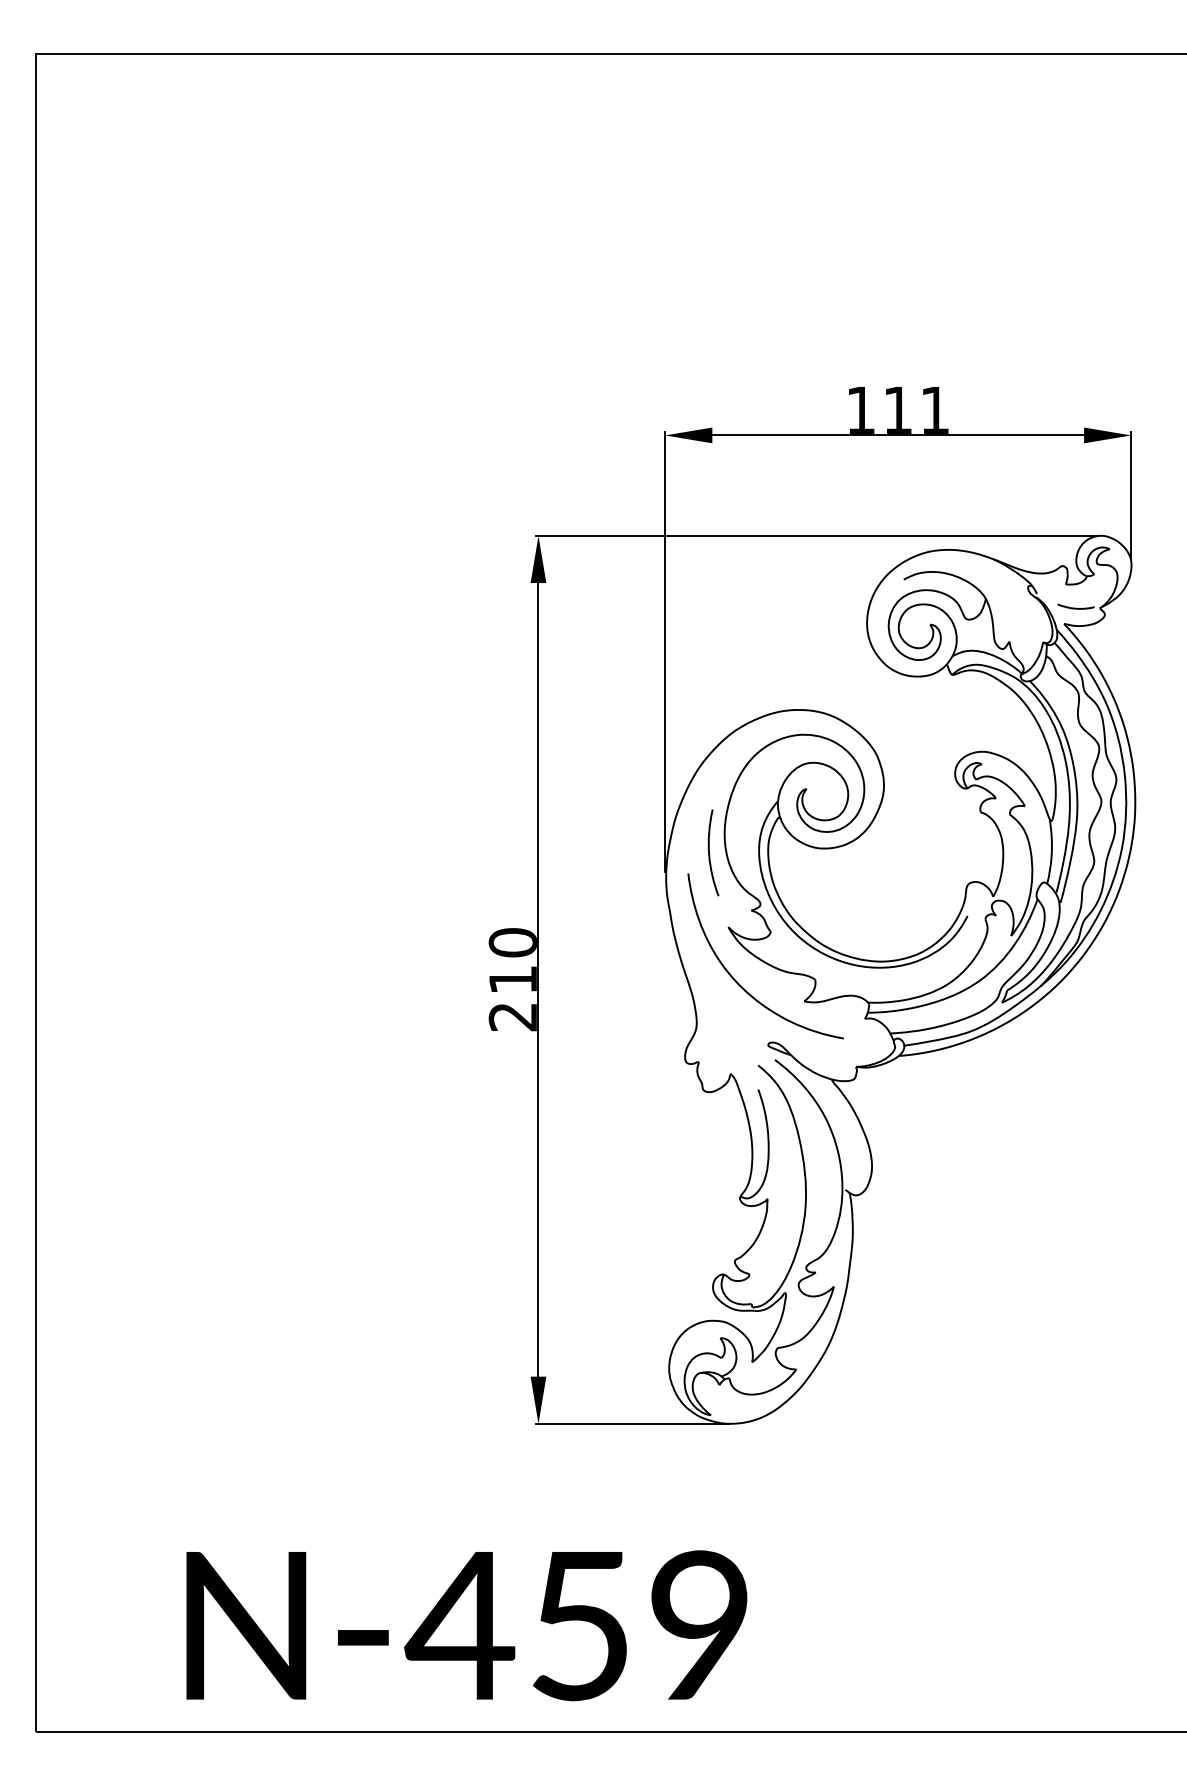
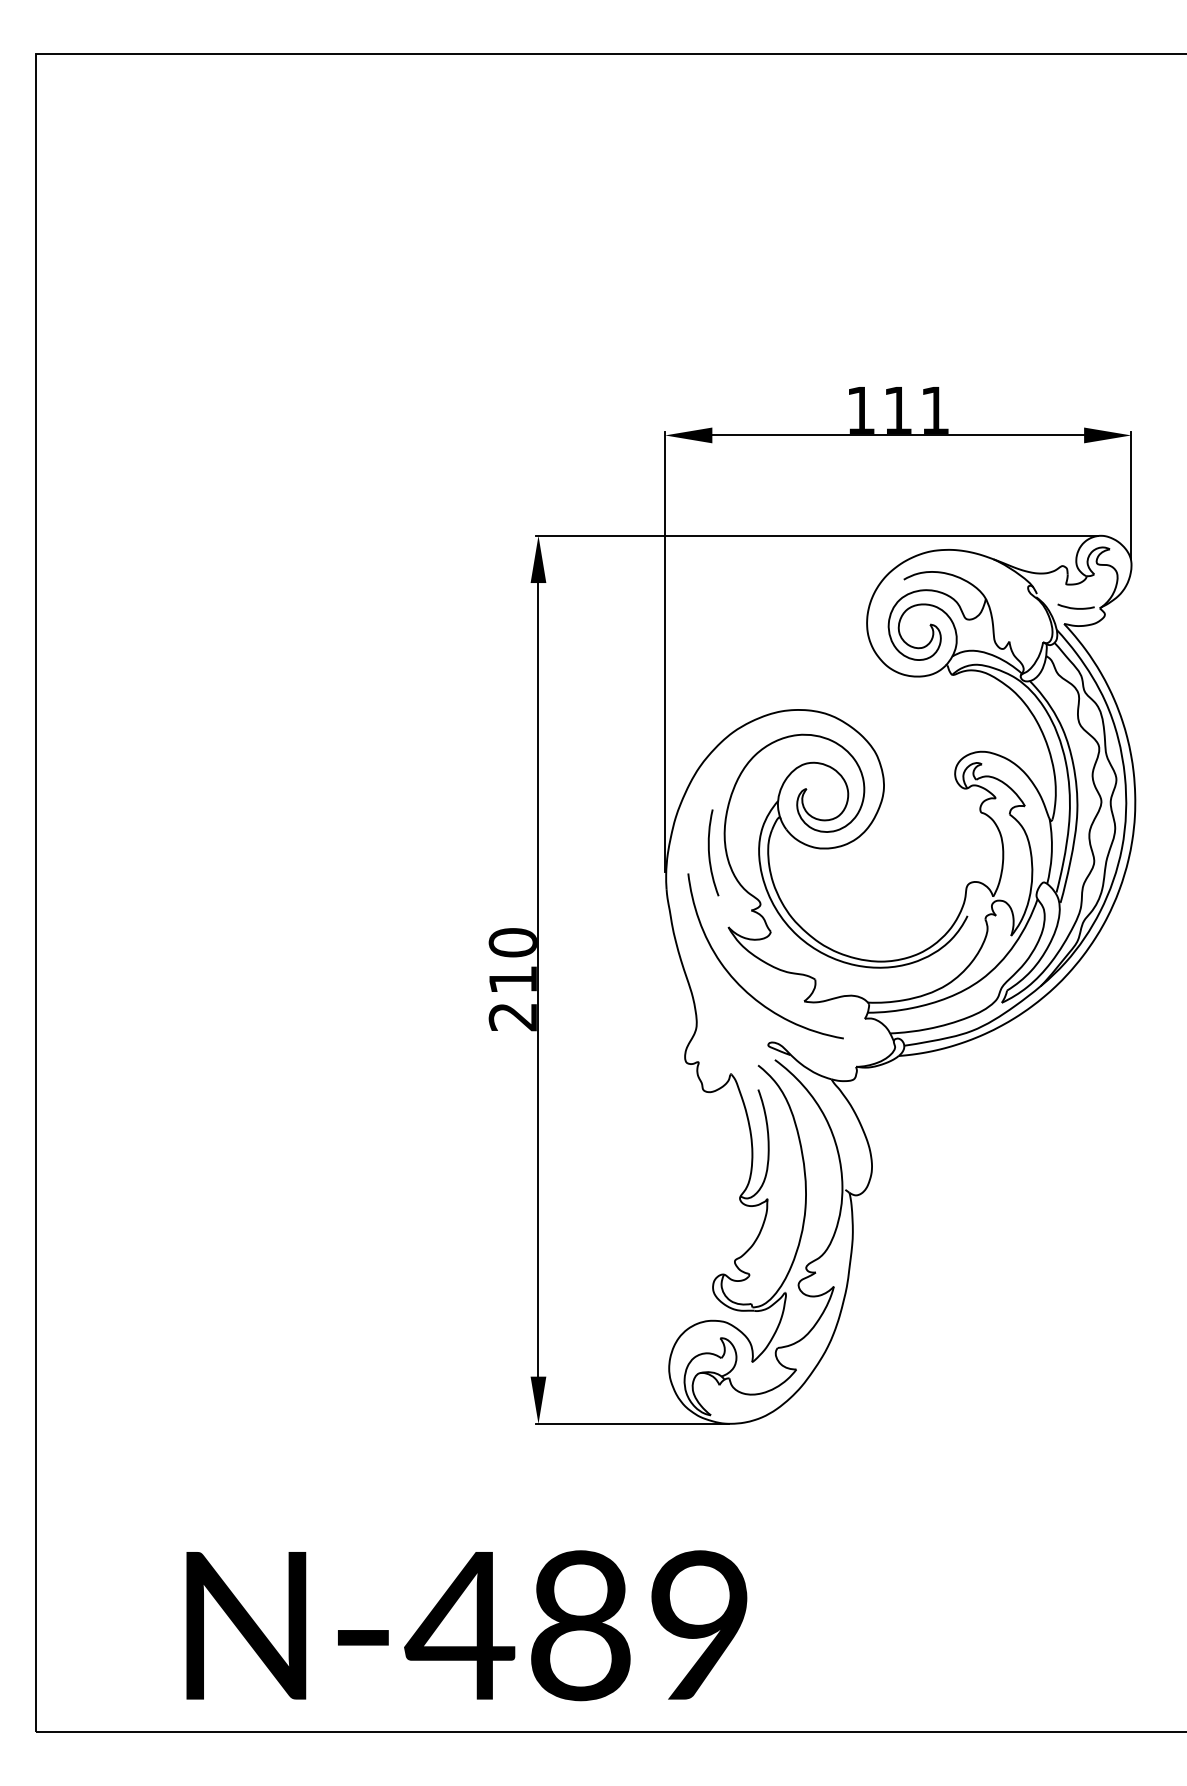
text at (580, 1625): N-459 -> N-489
